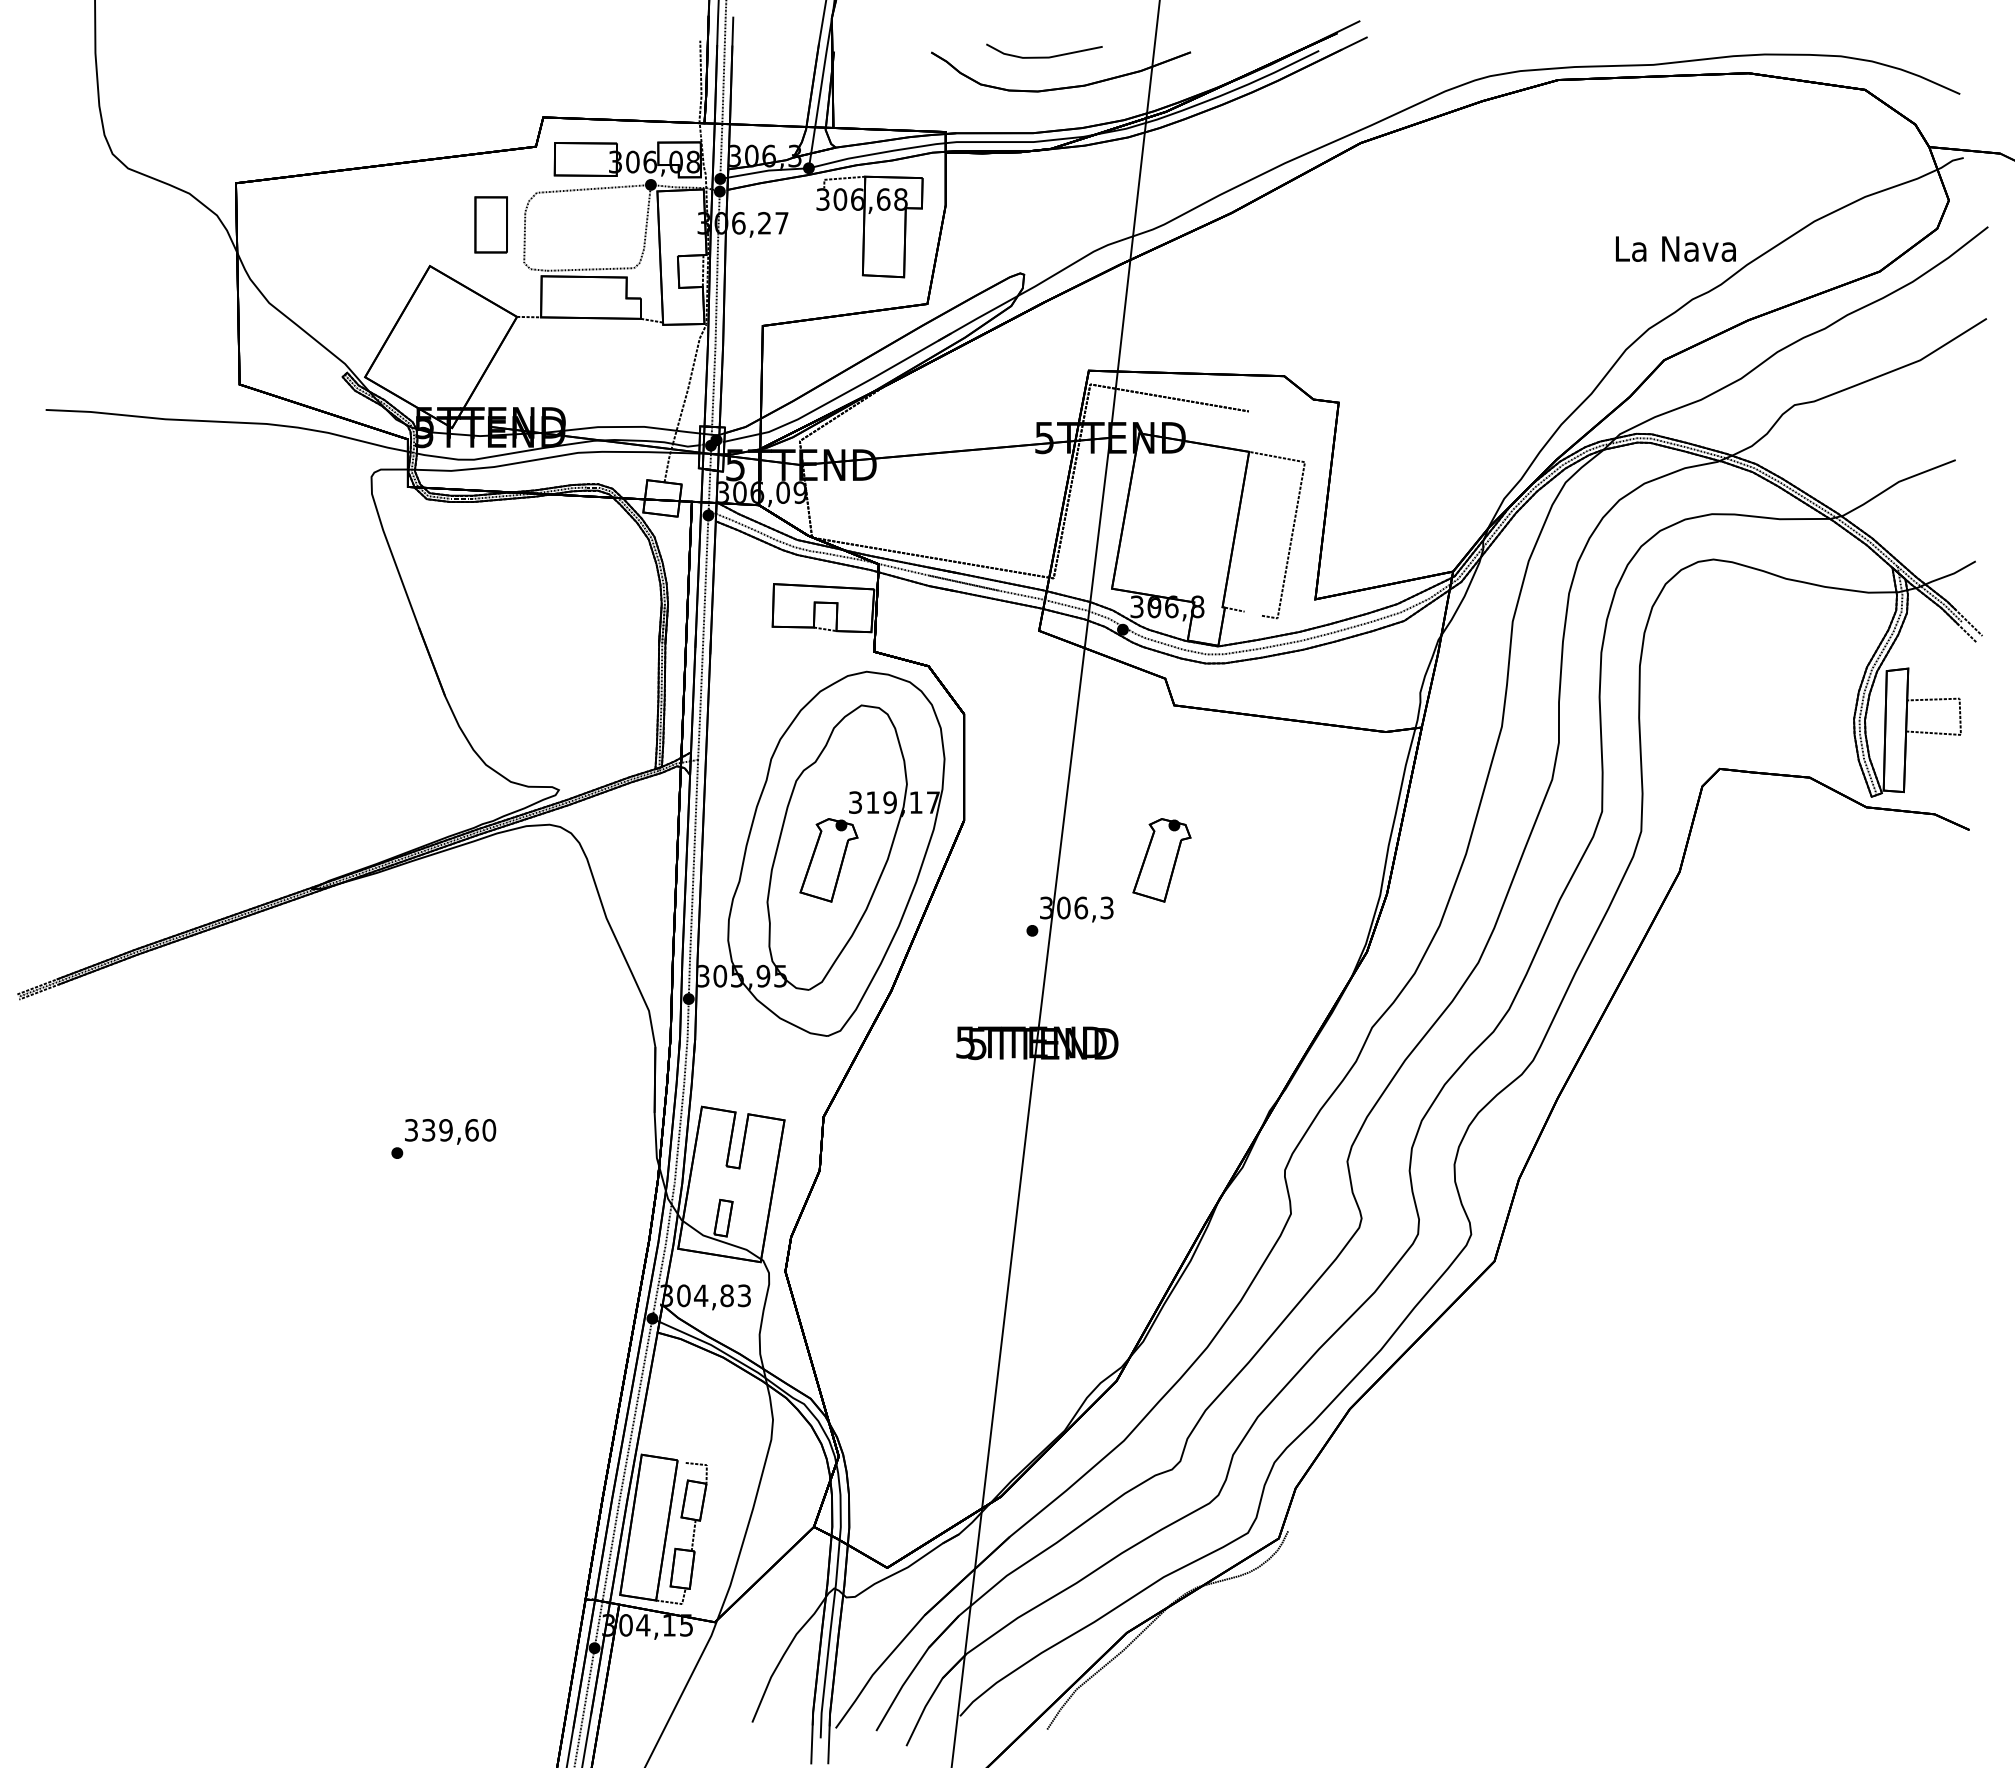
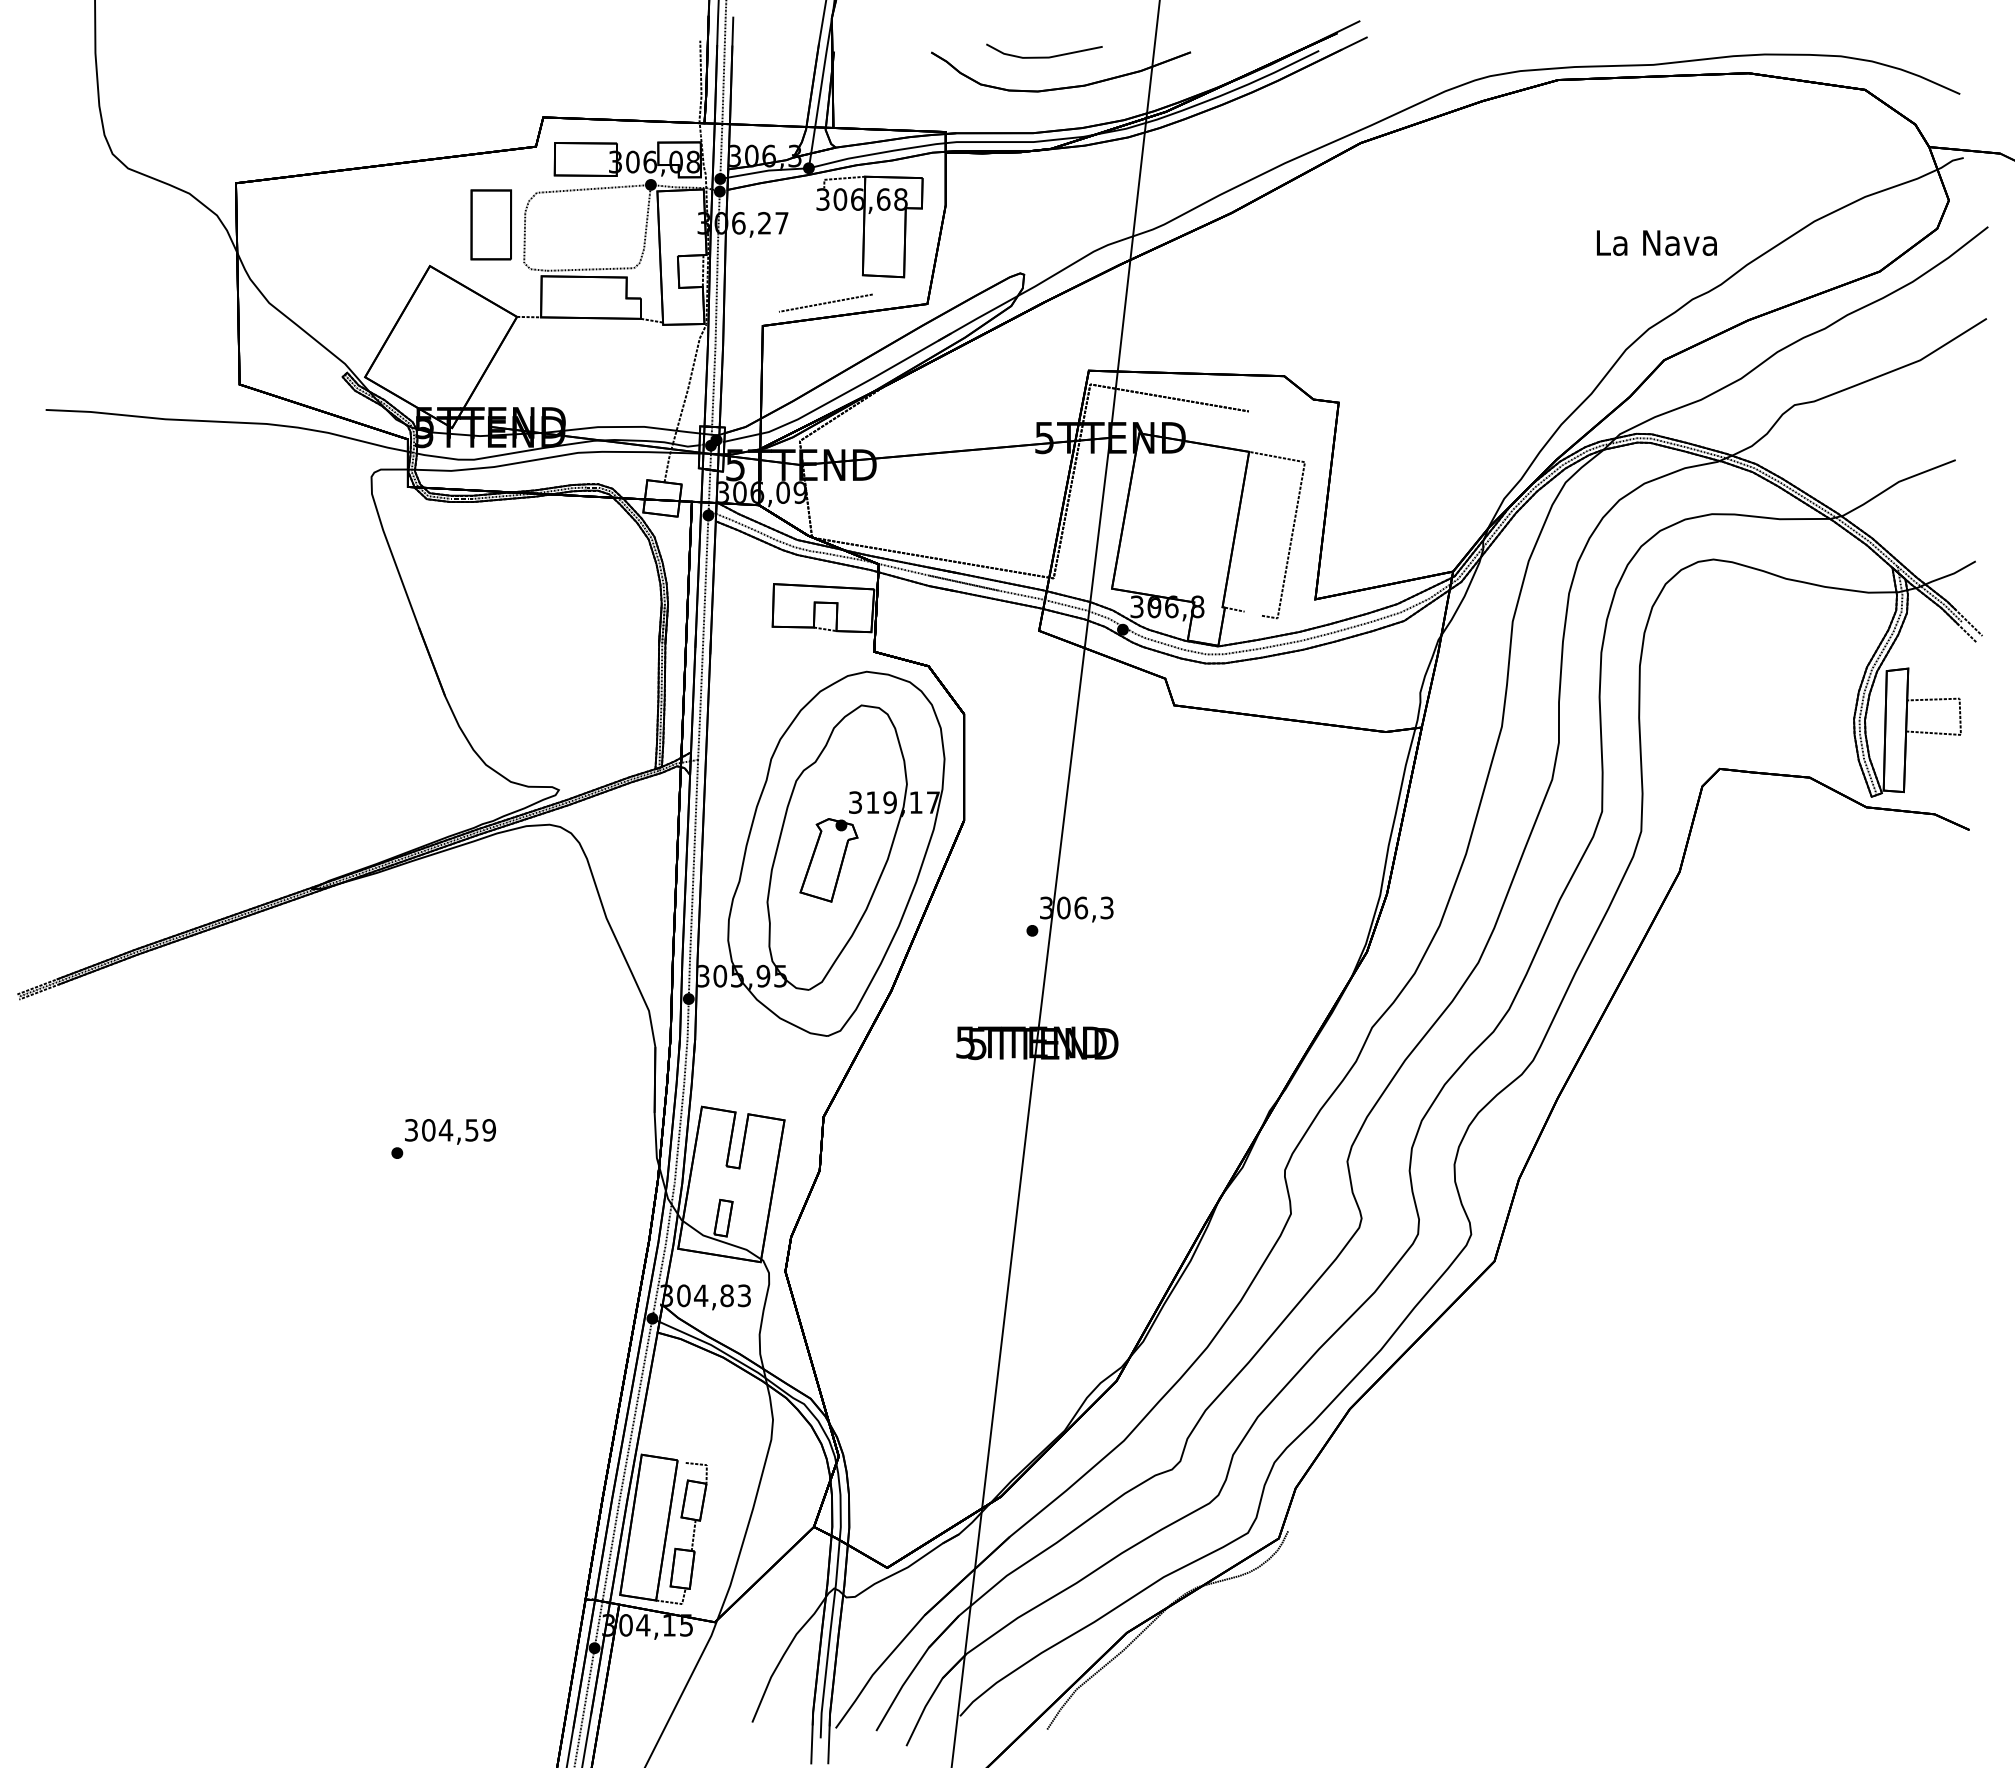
part at (490, 224) size: 34x58 px -> 42x72 px
text at (1675, 248) position: (1675, 248) -> (1656, 242)
line at (825, 302): none -> present
part at (1161, 860): present -> none
text at (459, 1130): 339,60 -> 304,59
